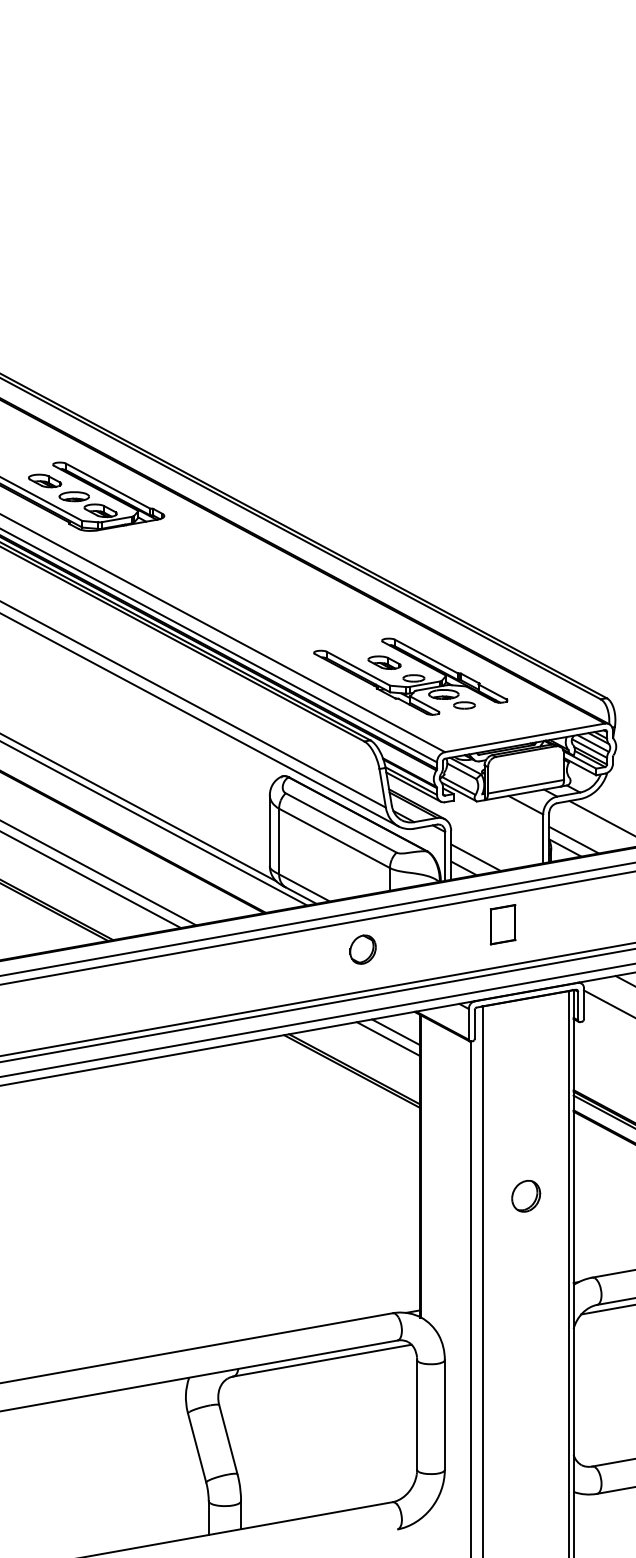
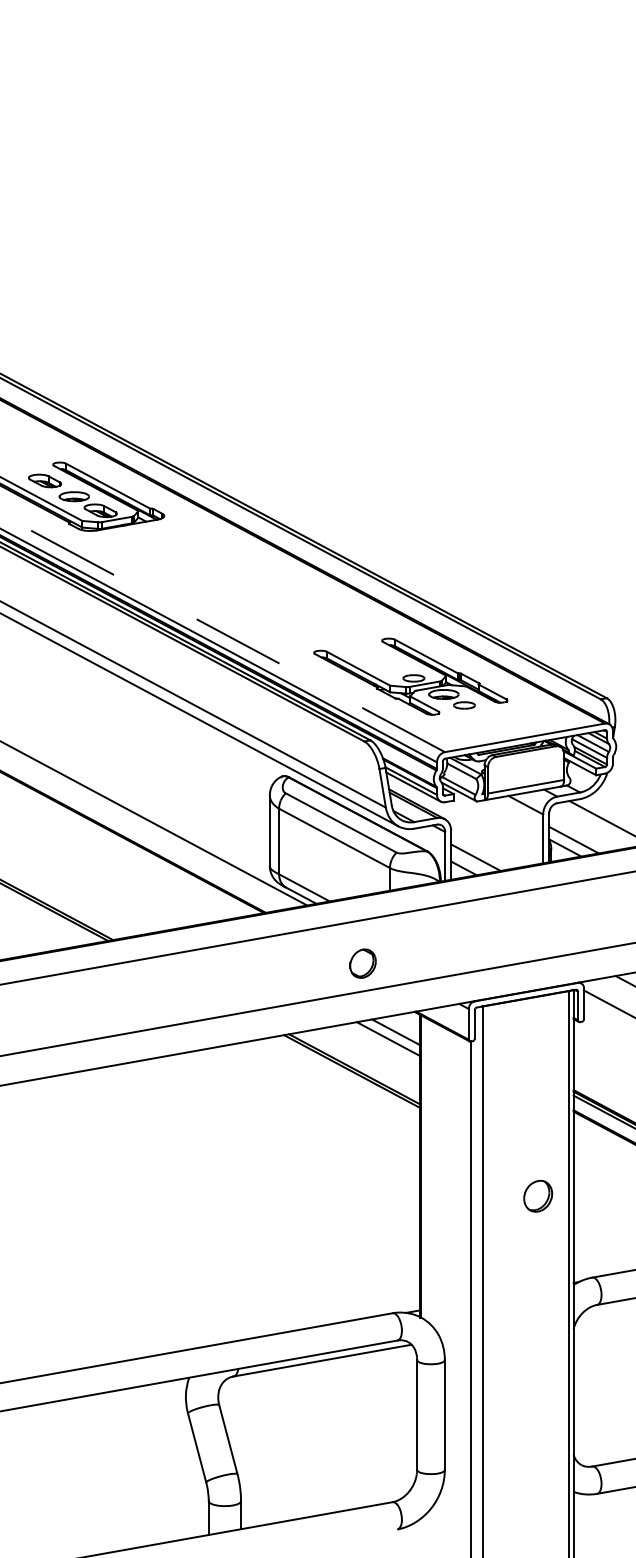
line at (222, 632): solid -> dashed
part at (384, 662): present -> none
line at (139, 807): present -> none
line at (99, 873): present -> none
line at (91, 880): present -> none
line at (317, 919): present -> none
part at (502, 924): present -> none
part at (362, 949) position: (362, 949) -> (362, 963)
line at (317, 1005): present -> none
line at (317, 1020): present -> none
part at (526, 1195) position: (526, 1195) -> (538, 1195)
line at (606, 1309): present -> none
